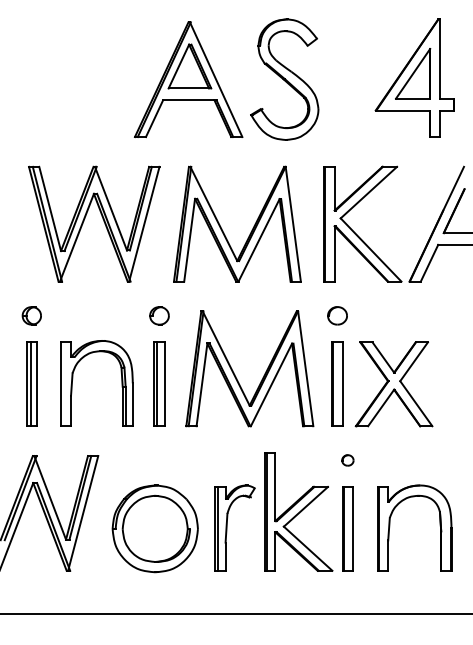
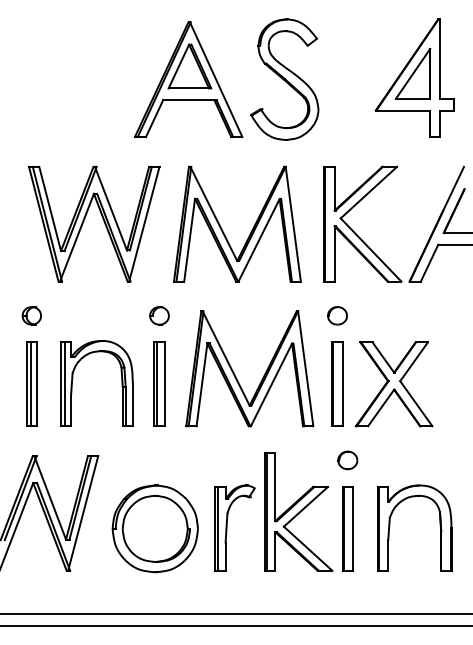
line at (64, 384): none -> present
part at (347, 460) size: 14x13 px -> 22x21 px
line at (235, 625): none -> present
